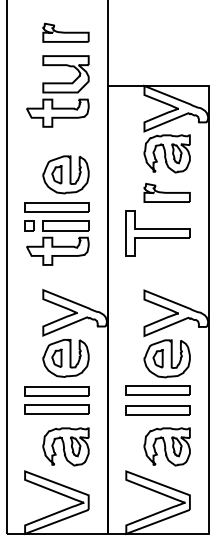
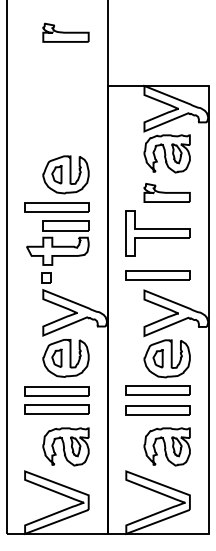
part at (57, 91): present -> none
part at (29, 225) position: (29, 225) -> (46, 277)
part at (157, 275): none -> present
